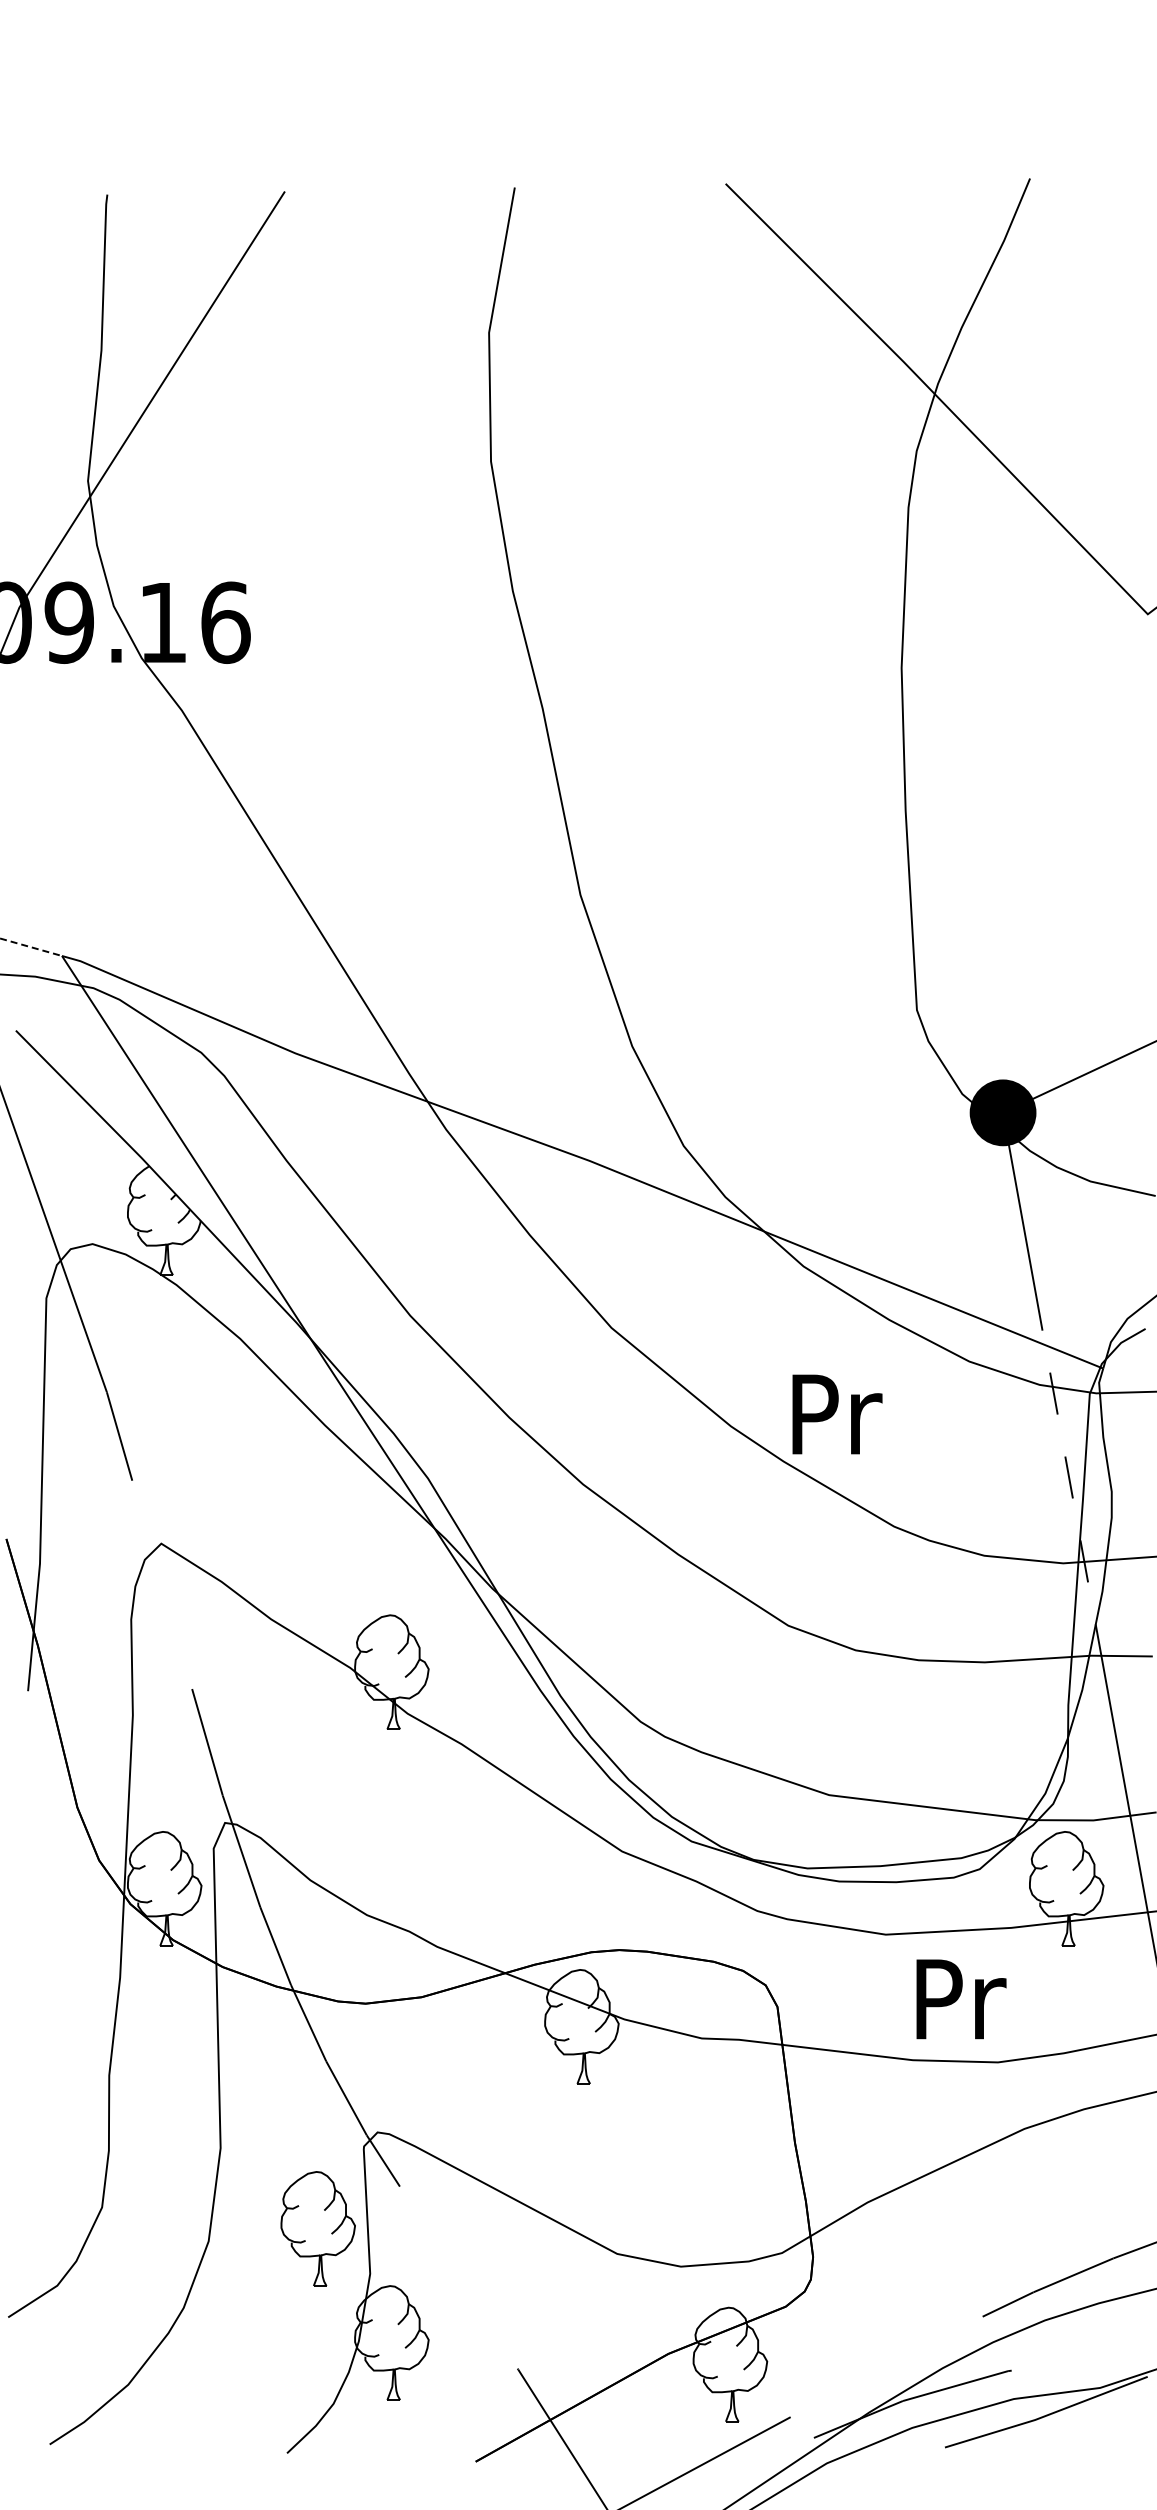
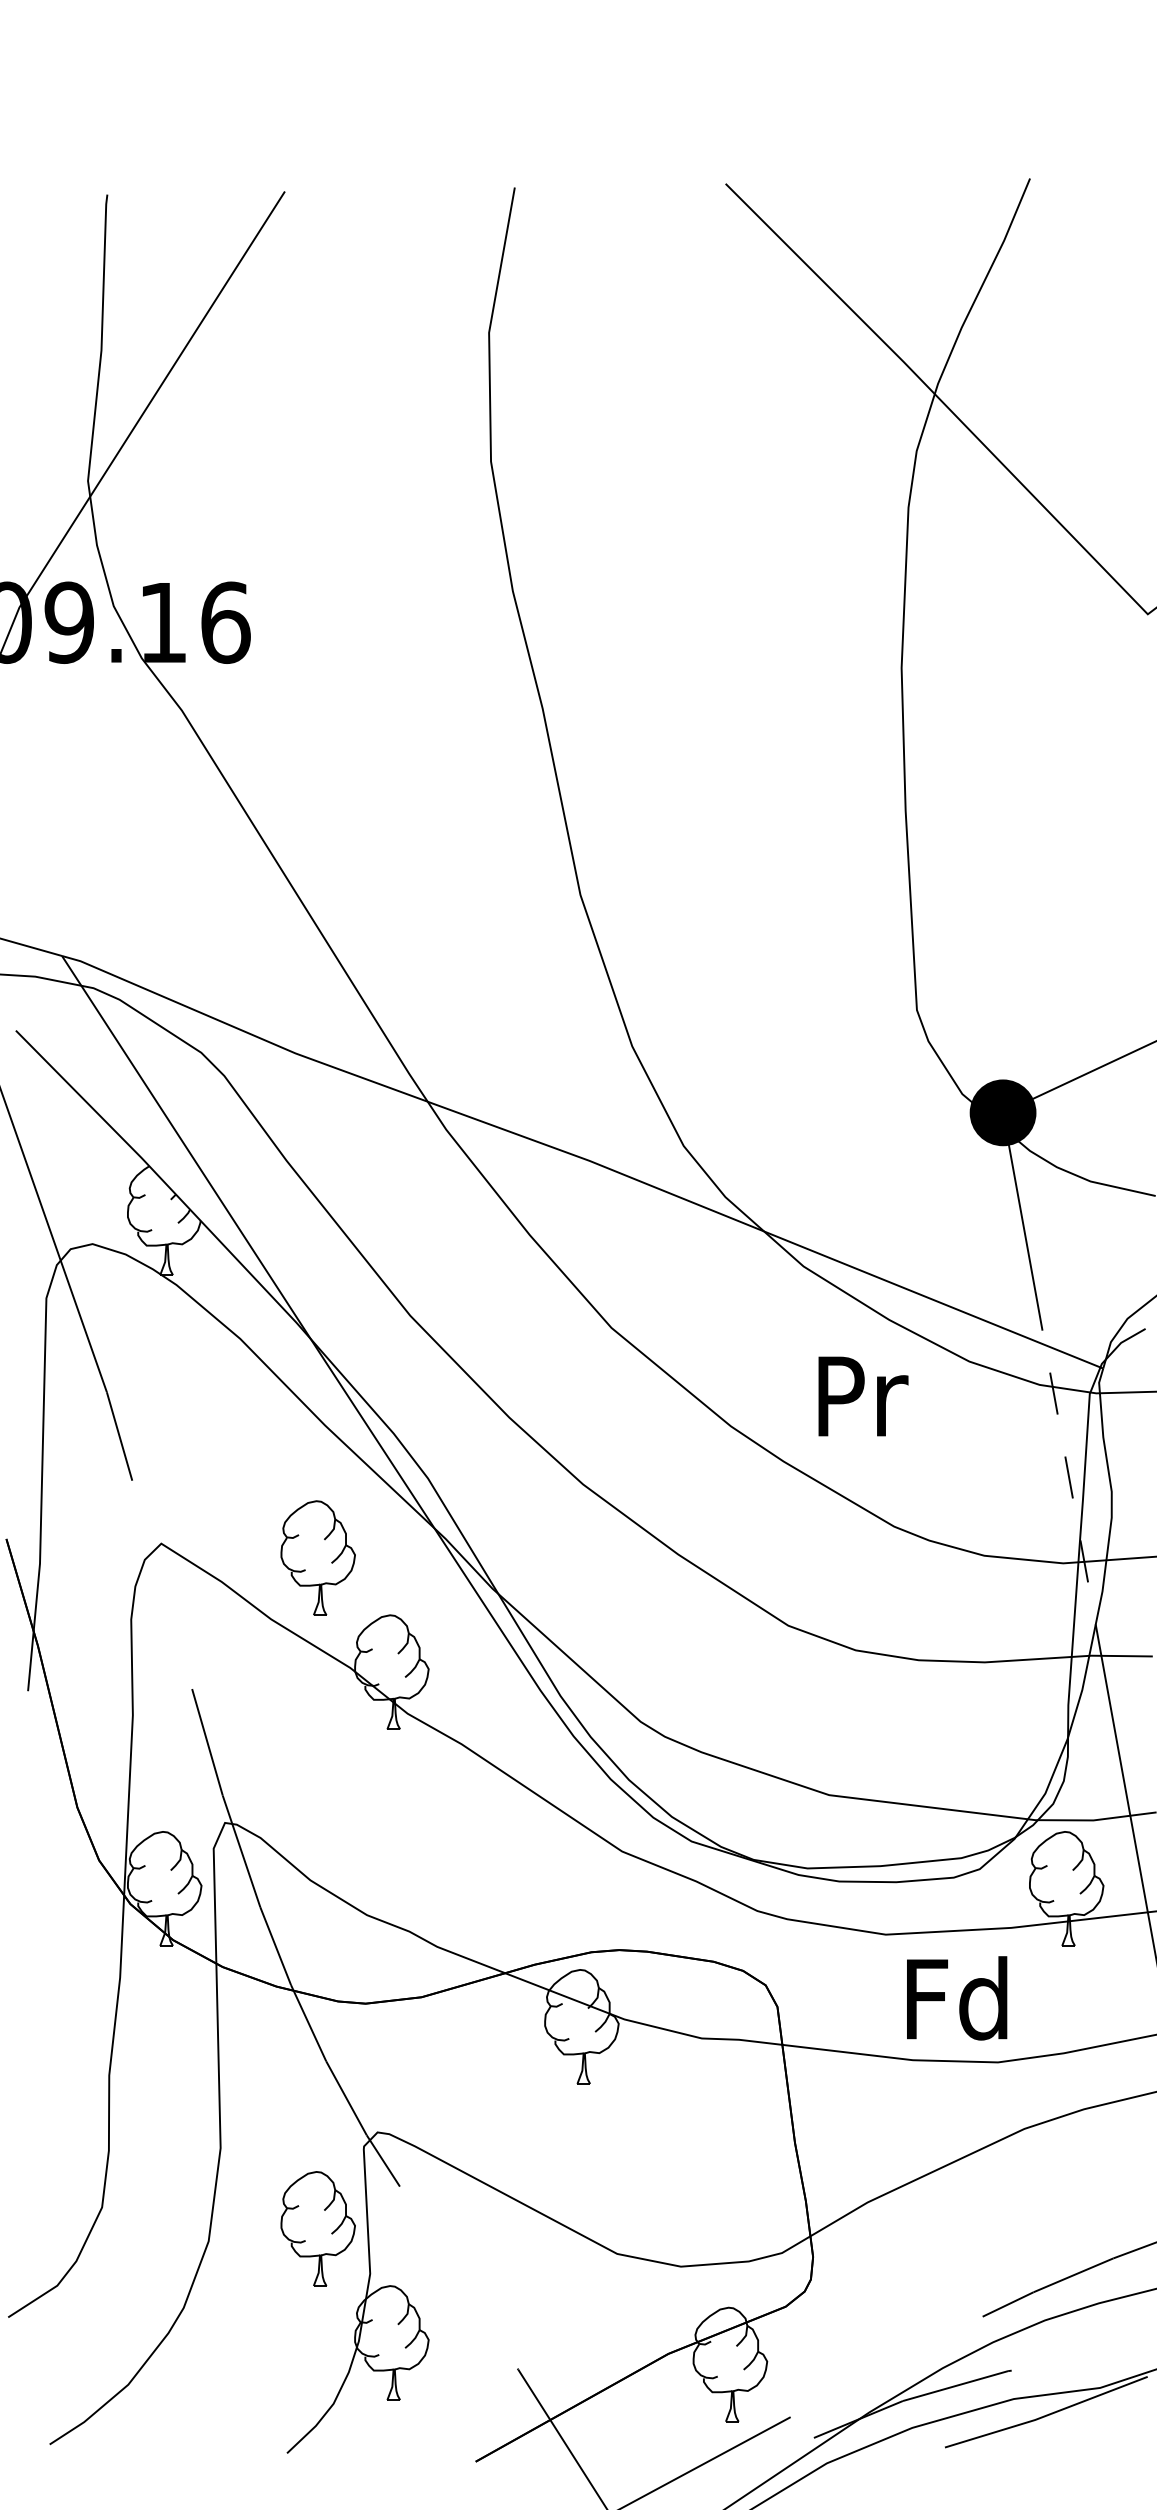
line at (31, 947): dashed -> solid
text at (837, 1414) position: (837, 1414) -> (863, 1396)
part at (317, 1557): none -> present
text at (957, 1998): Pr -> Fd
